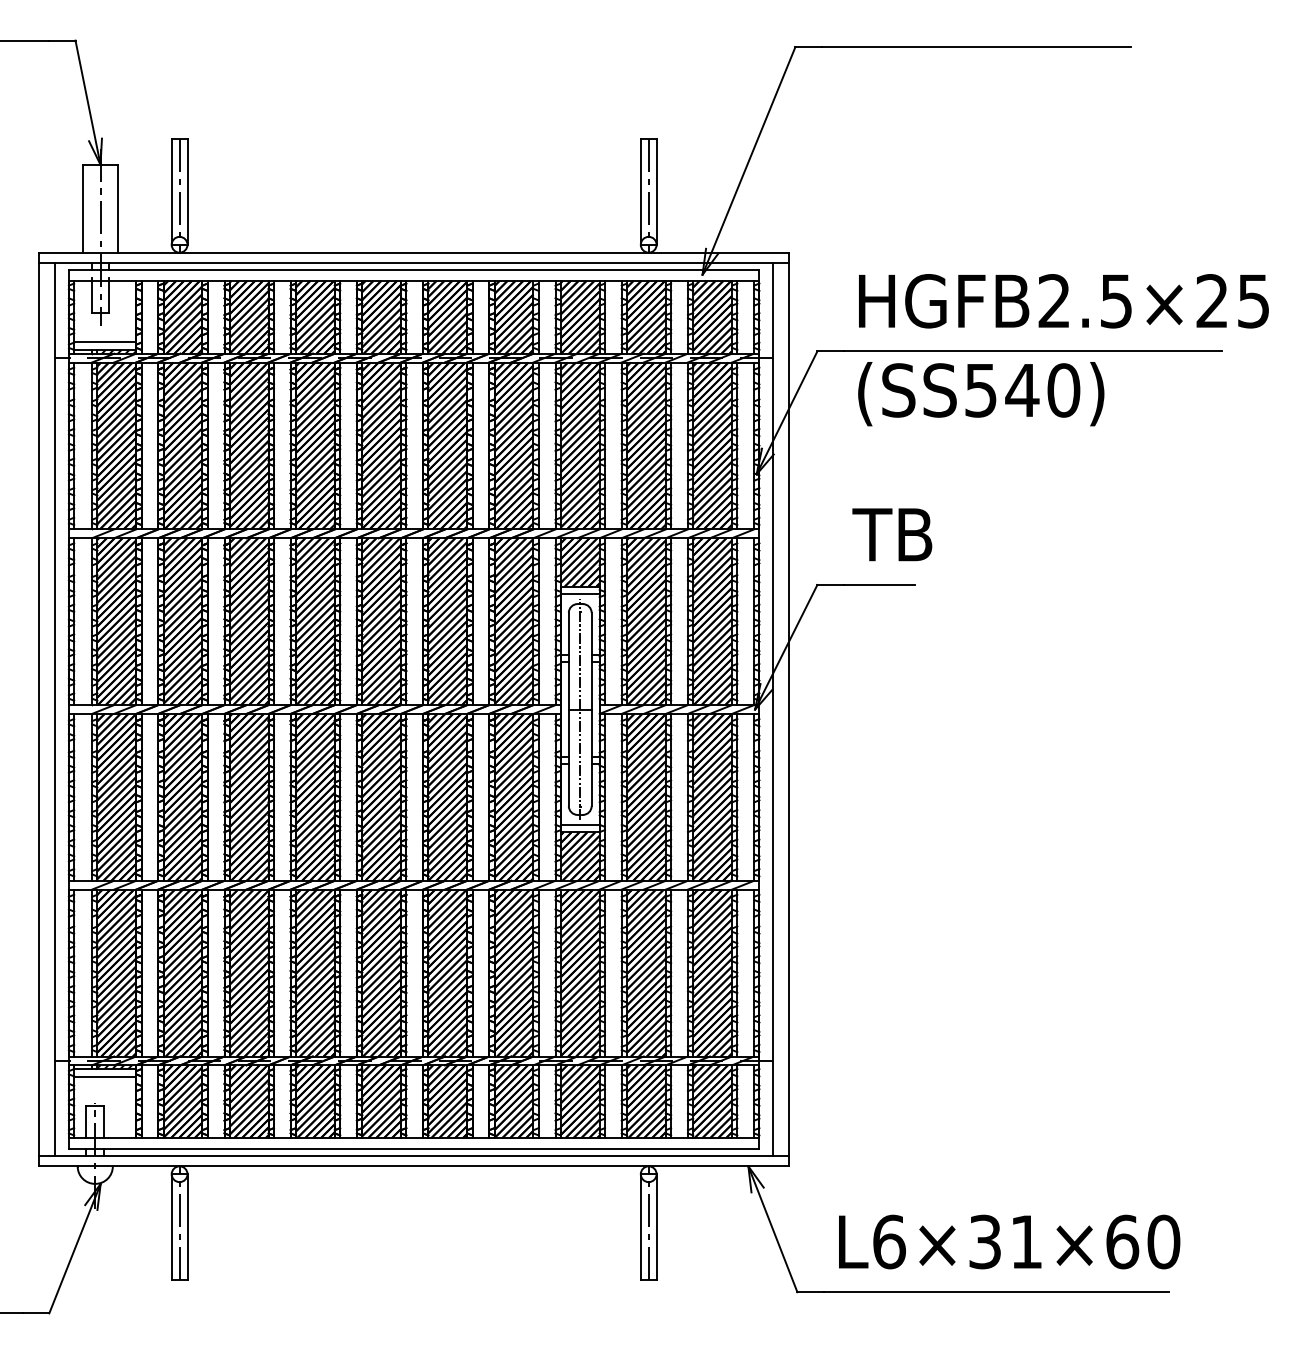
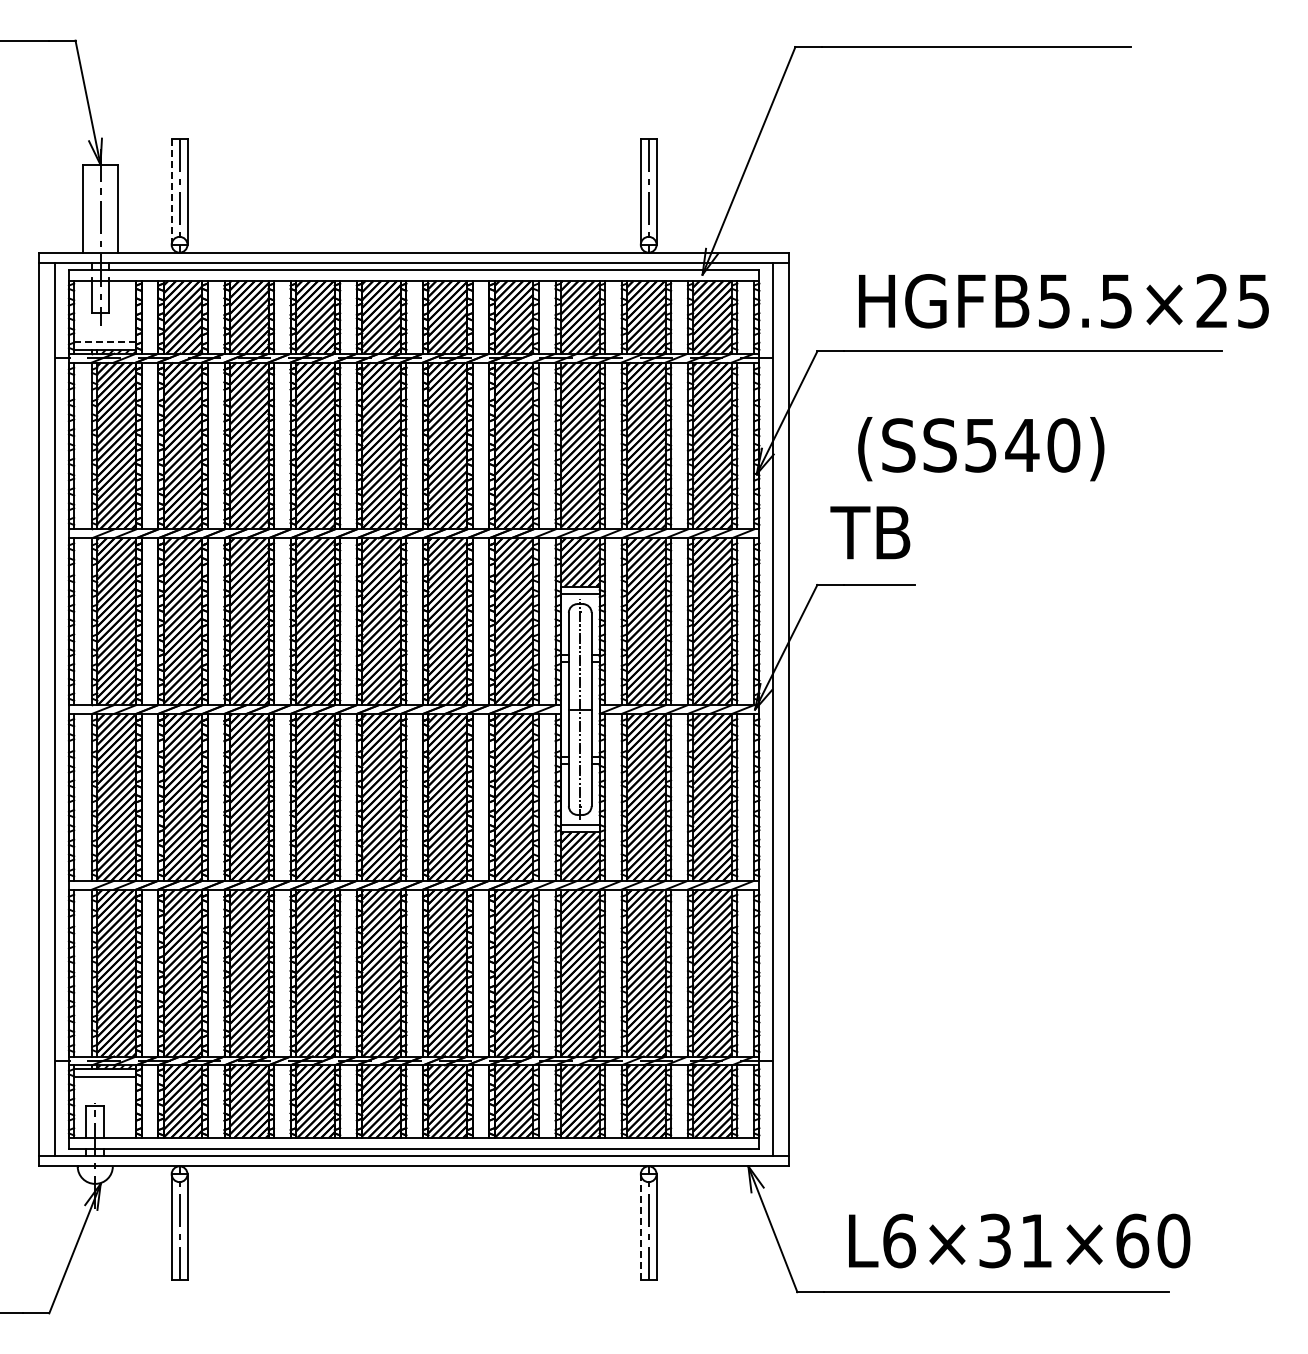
line at (171, 192): solid -> dashed
text at (1053, 301): HGFB2.5×25 -> HGFB5.5×25
line at (105, 342): solid -> dashed
text at (981, 394) position: (981, 394) -> (981, 449)
text at (892, 534) position: (892, 534) -> (870, 532)
line at (640, 1226): solid -> dashed
text at (1009, 1241) position: (1009, 1241) -> (1019, 1240)
